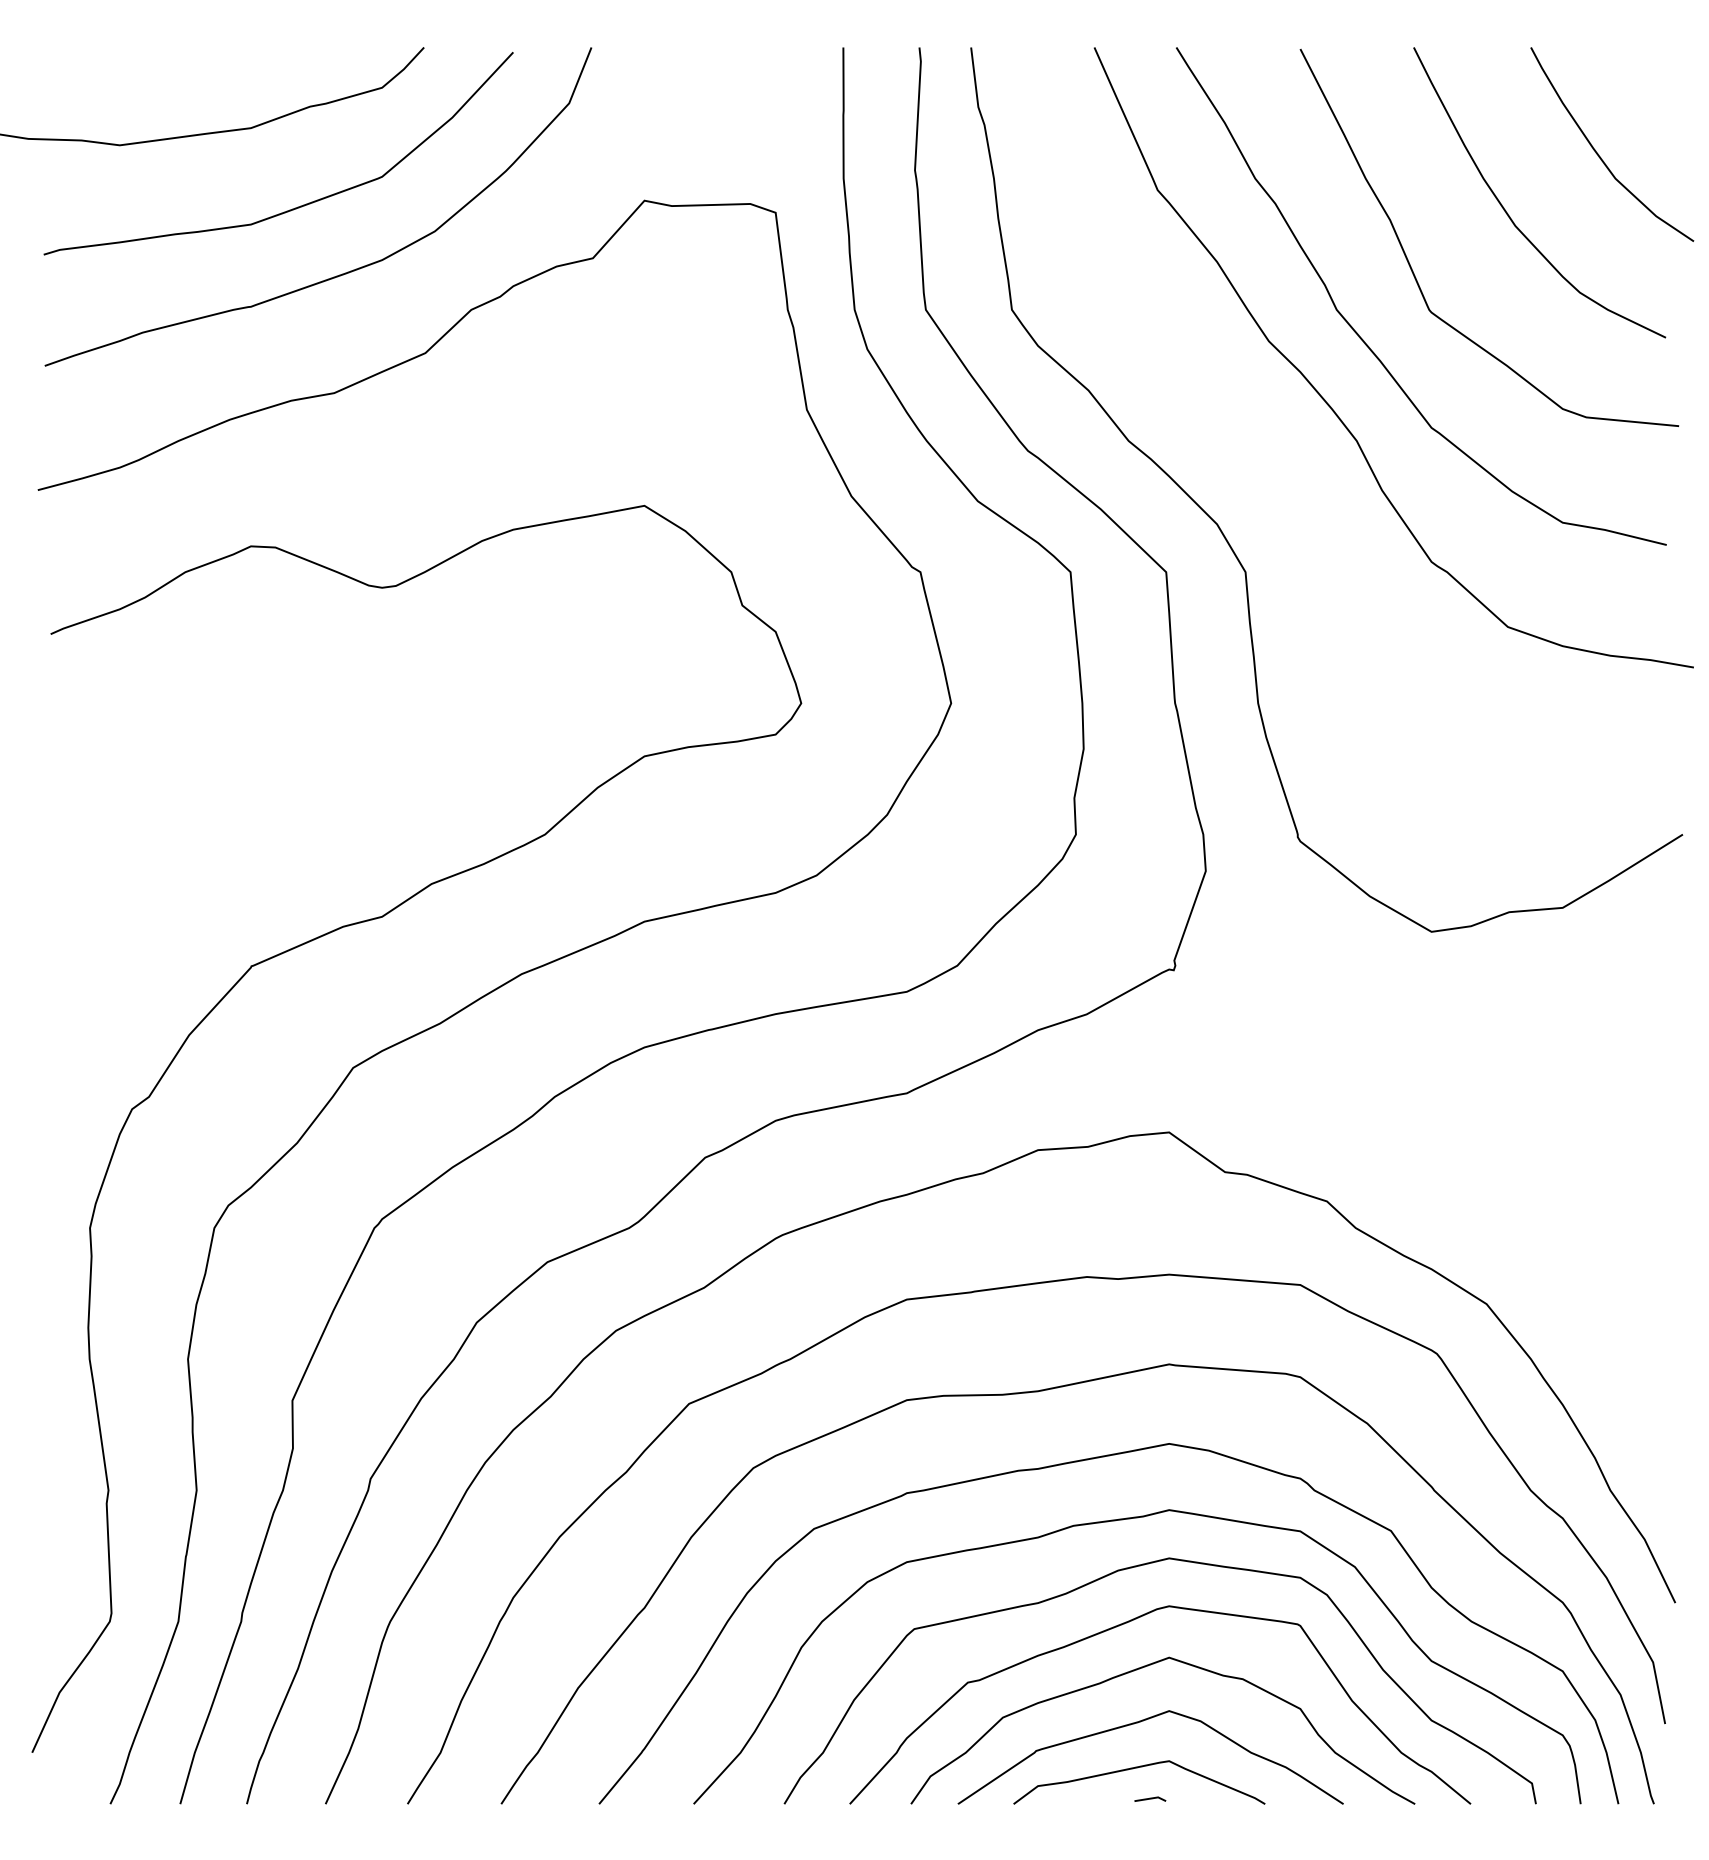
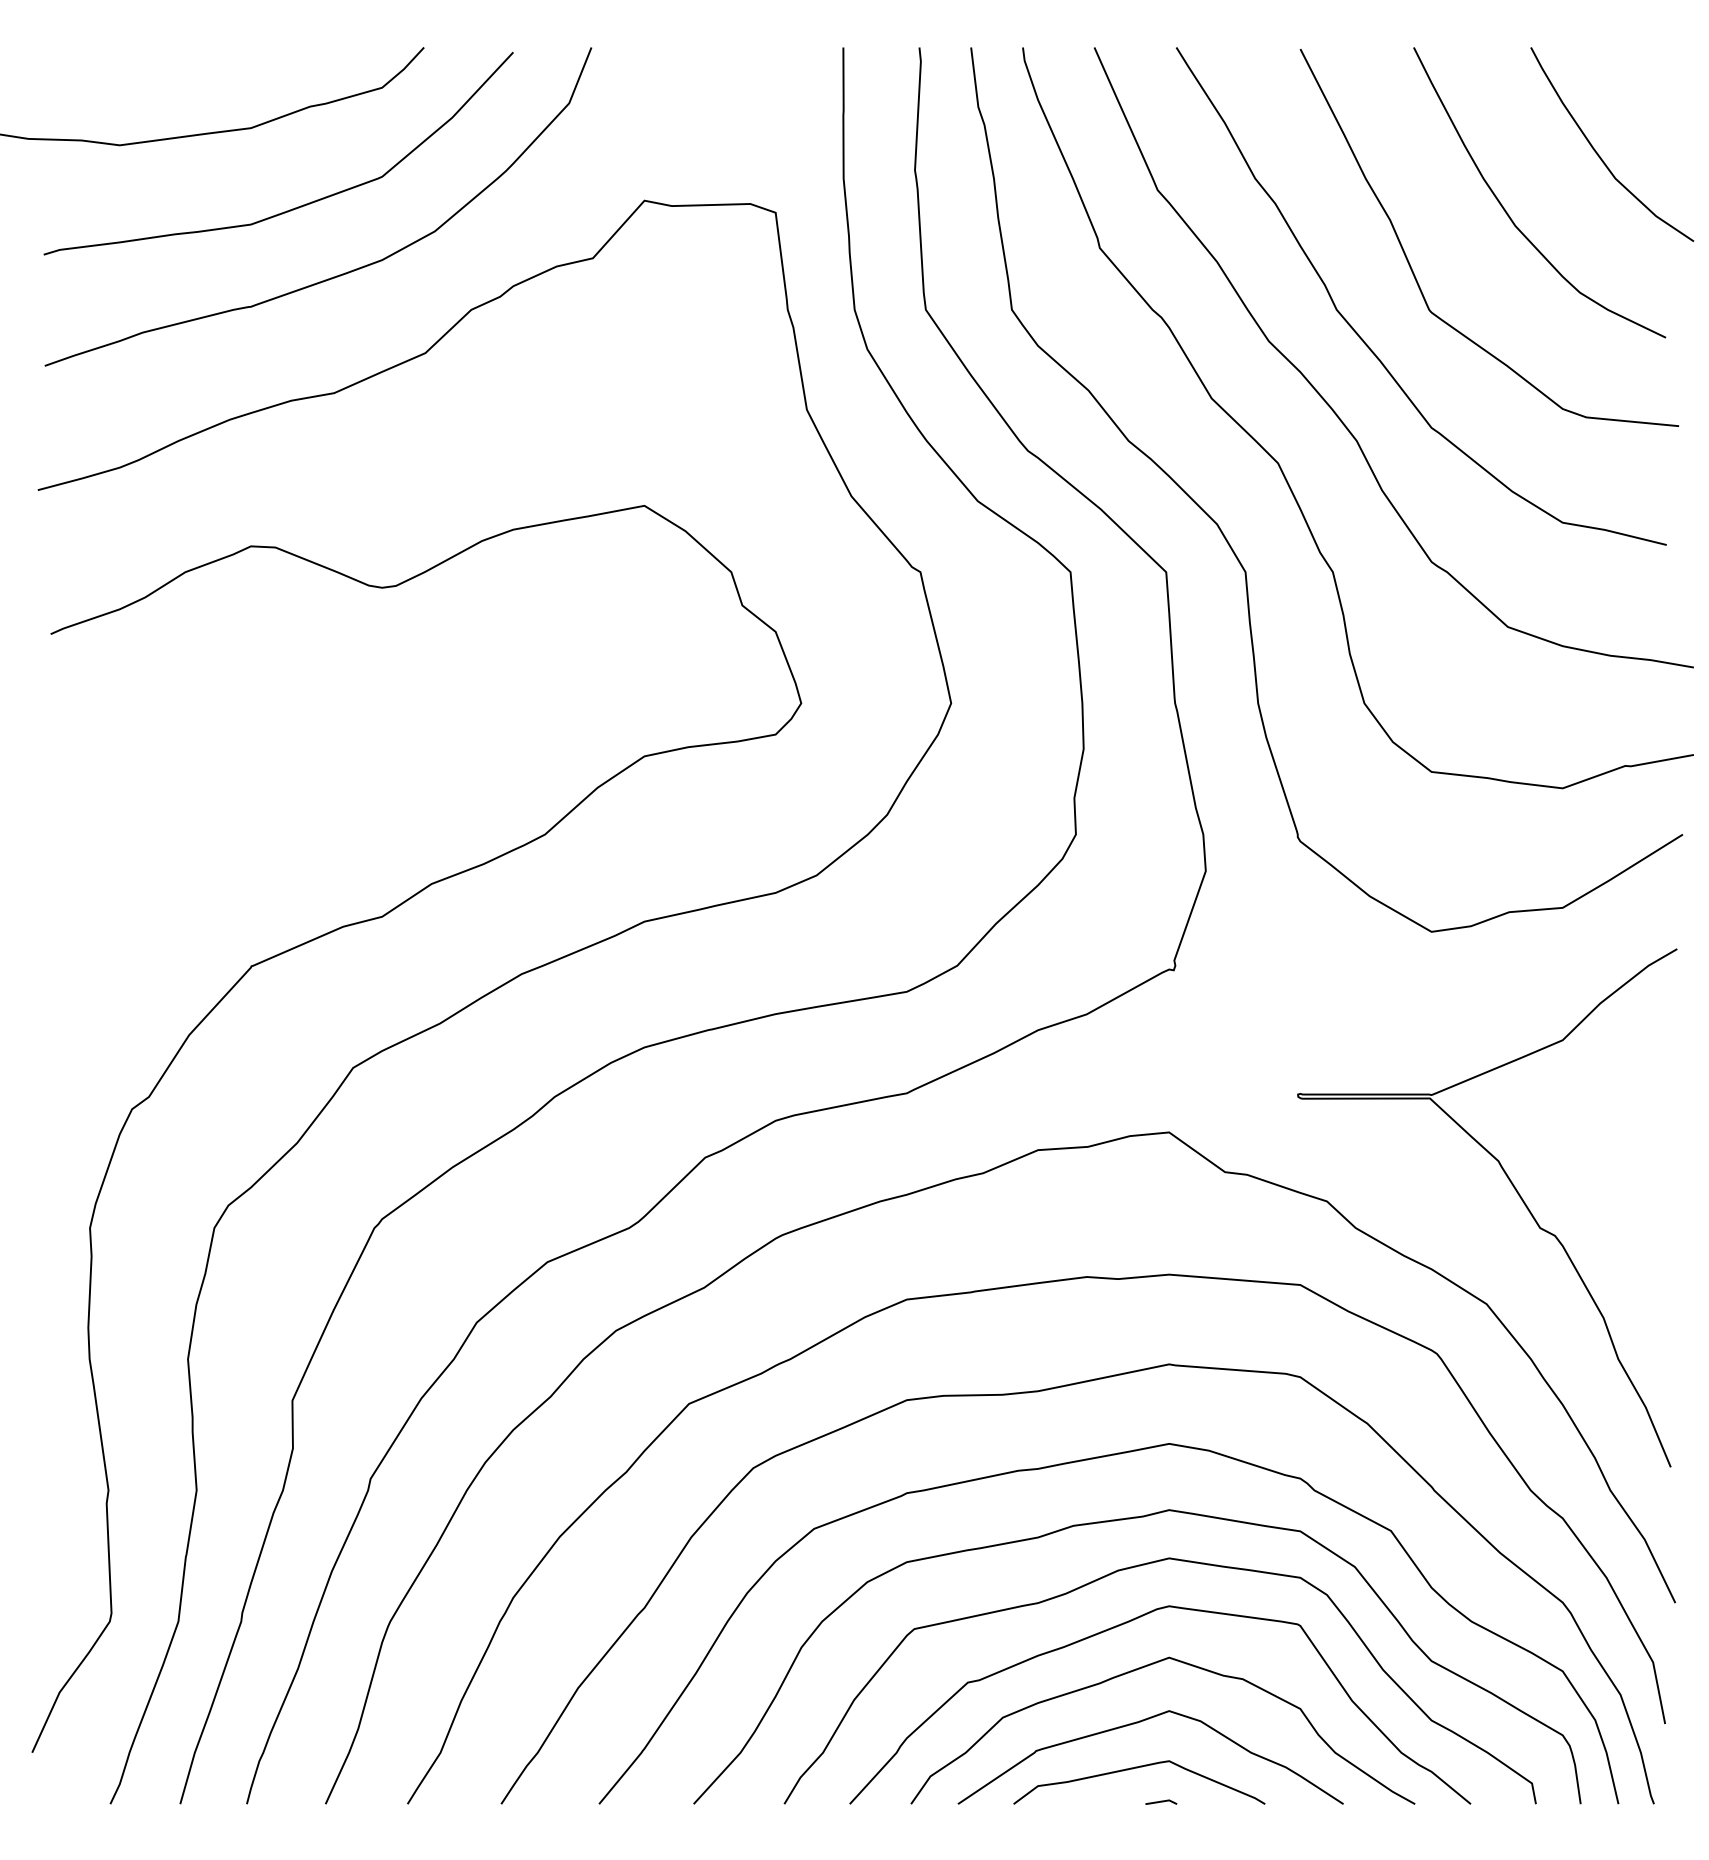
curve at (1279, 463): none -> present
curve at (1514, 1189): none -> present
line at (1150, 1798) position: (1150, 1798) -> (1161, 1801)
